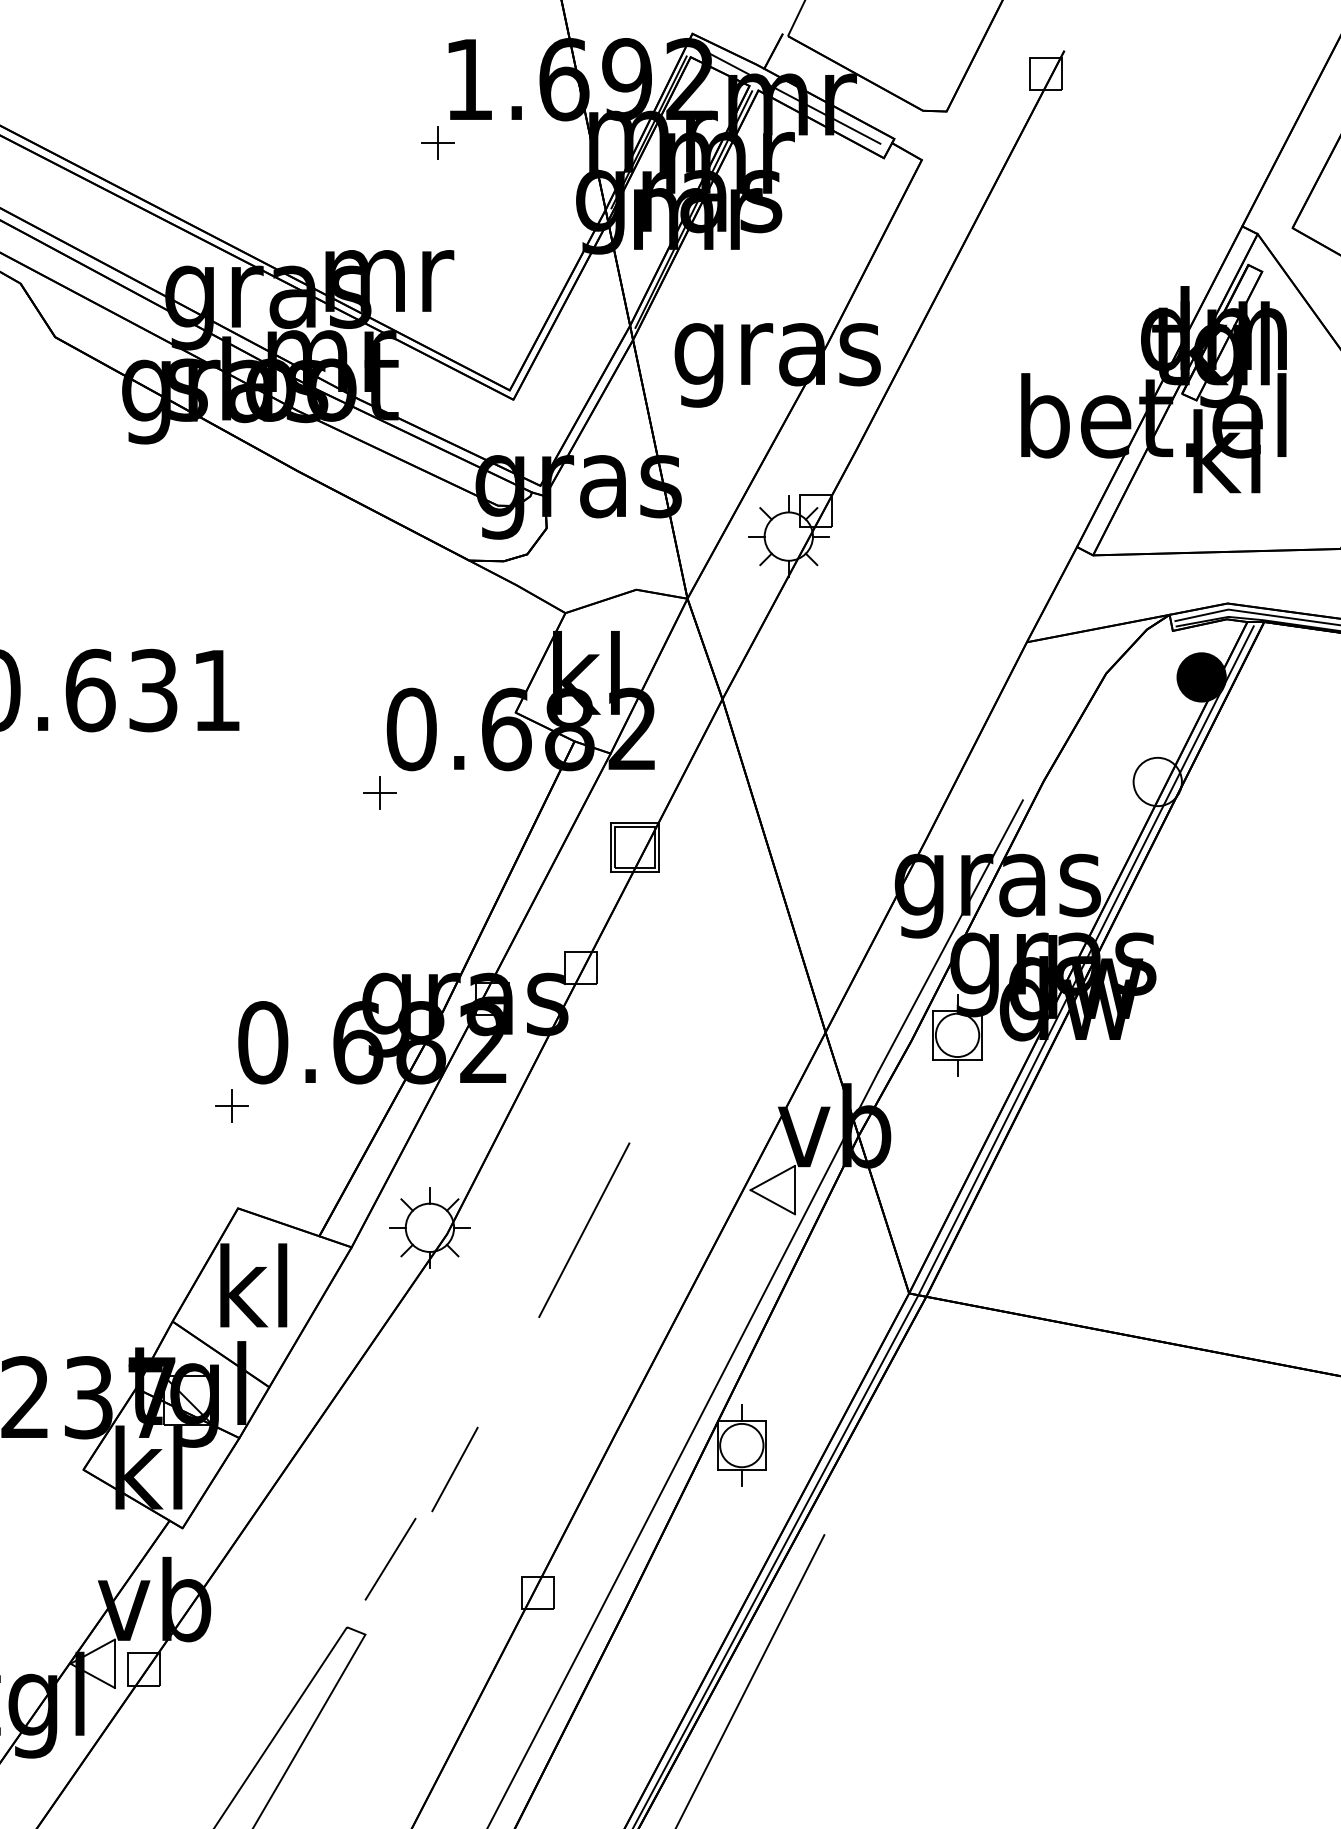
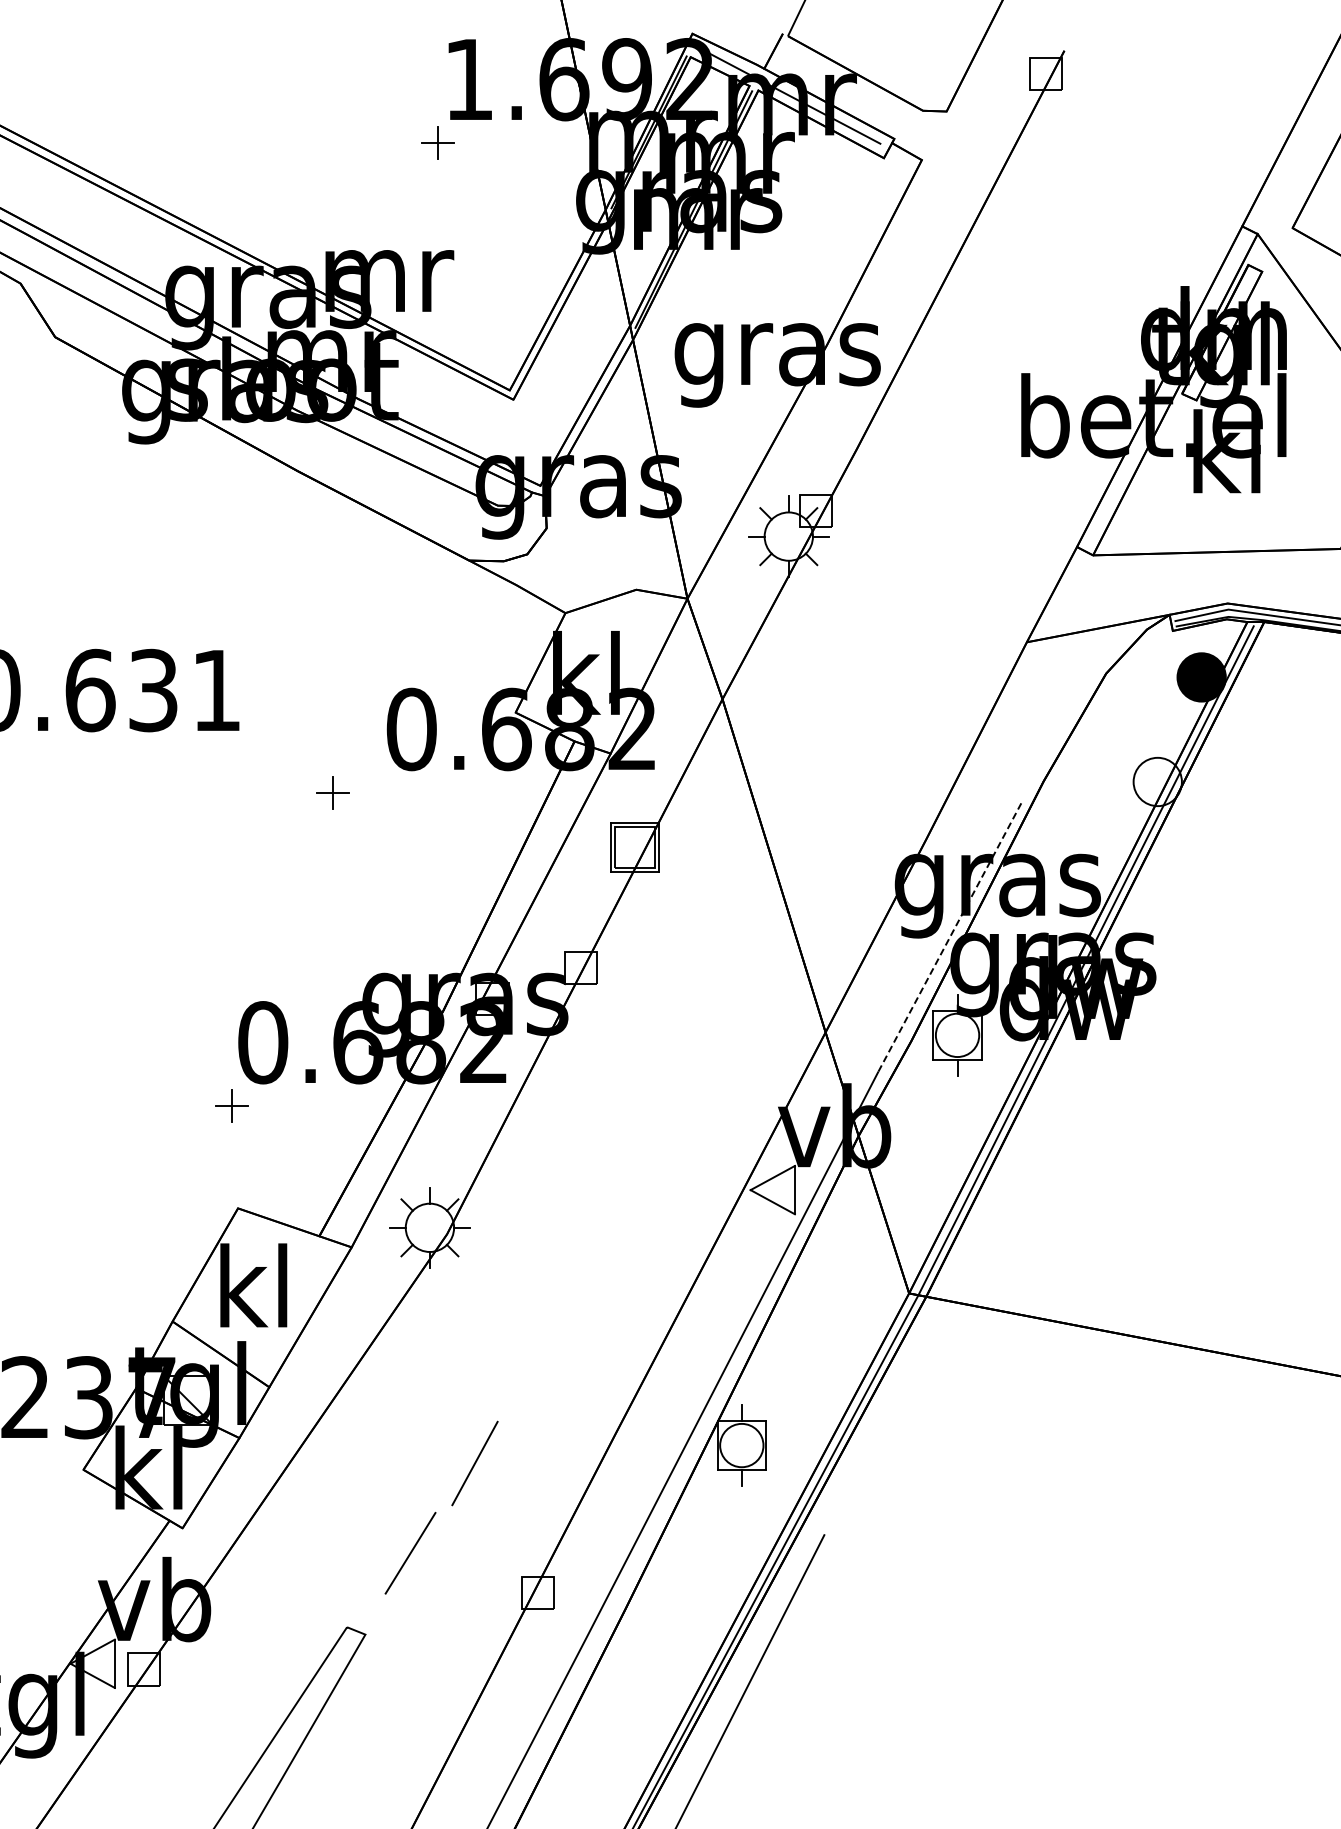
part at (379, 792) position: (379, 792) -> (332, 792)
line at (950, 935): solid -> dashed
line at (584, 1229): present -> none
line at (416, 1518) position: (416, 1518) -> (436, 1512)
